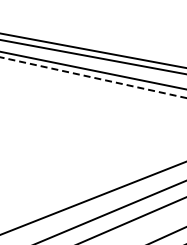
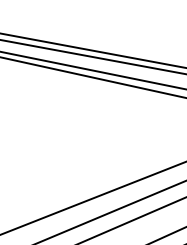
line at (92, 77): dashed -> solid
